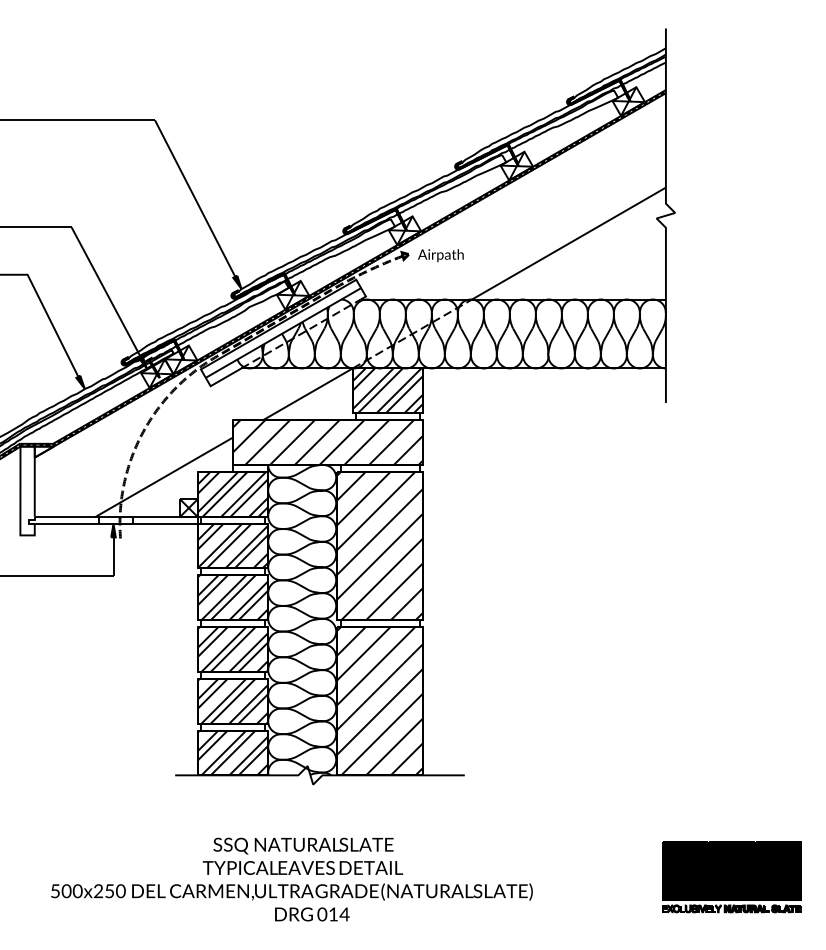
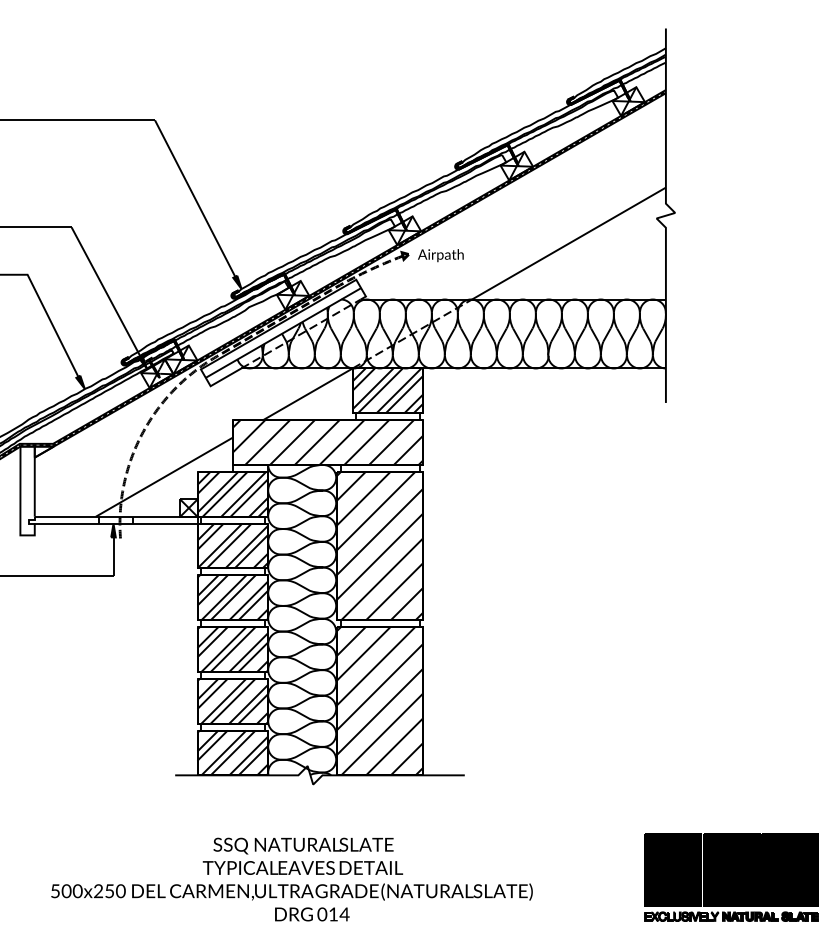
part at (731, 877) size: 140x73 px -> 175x89 px
